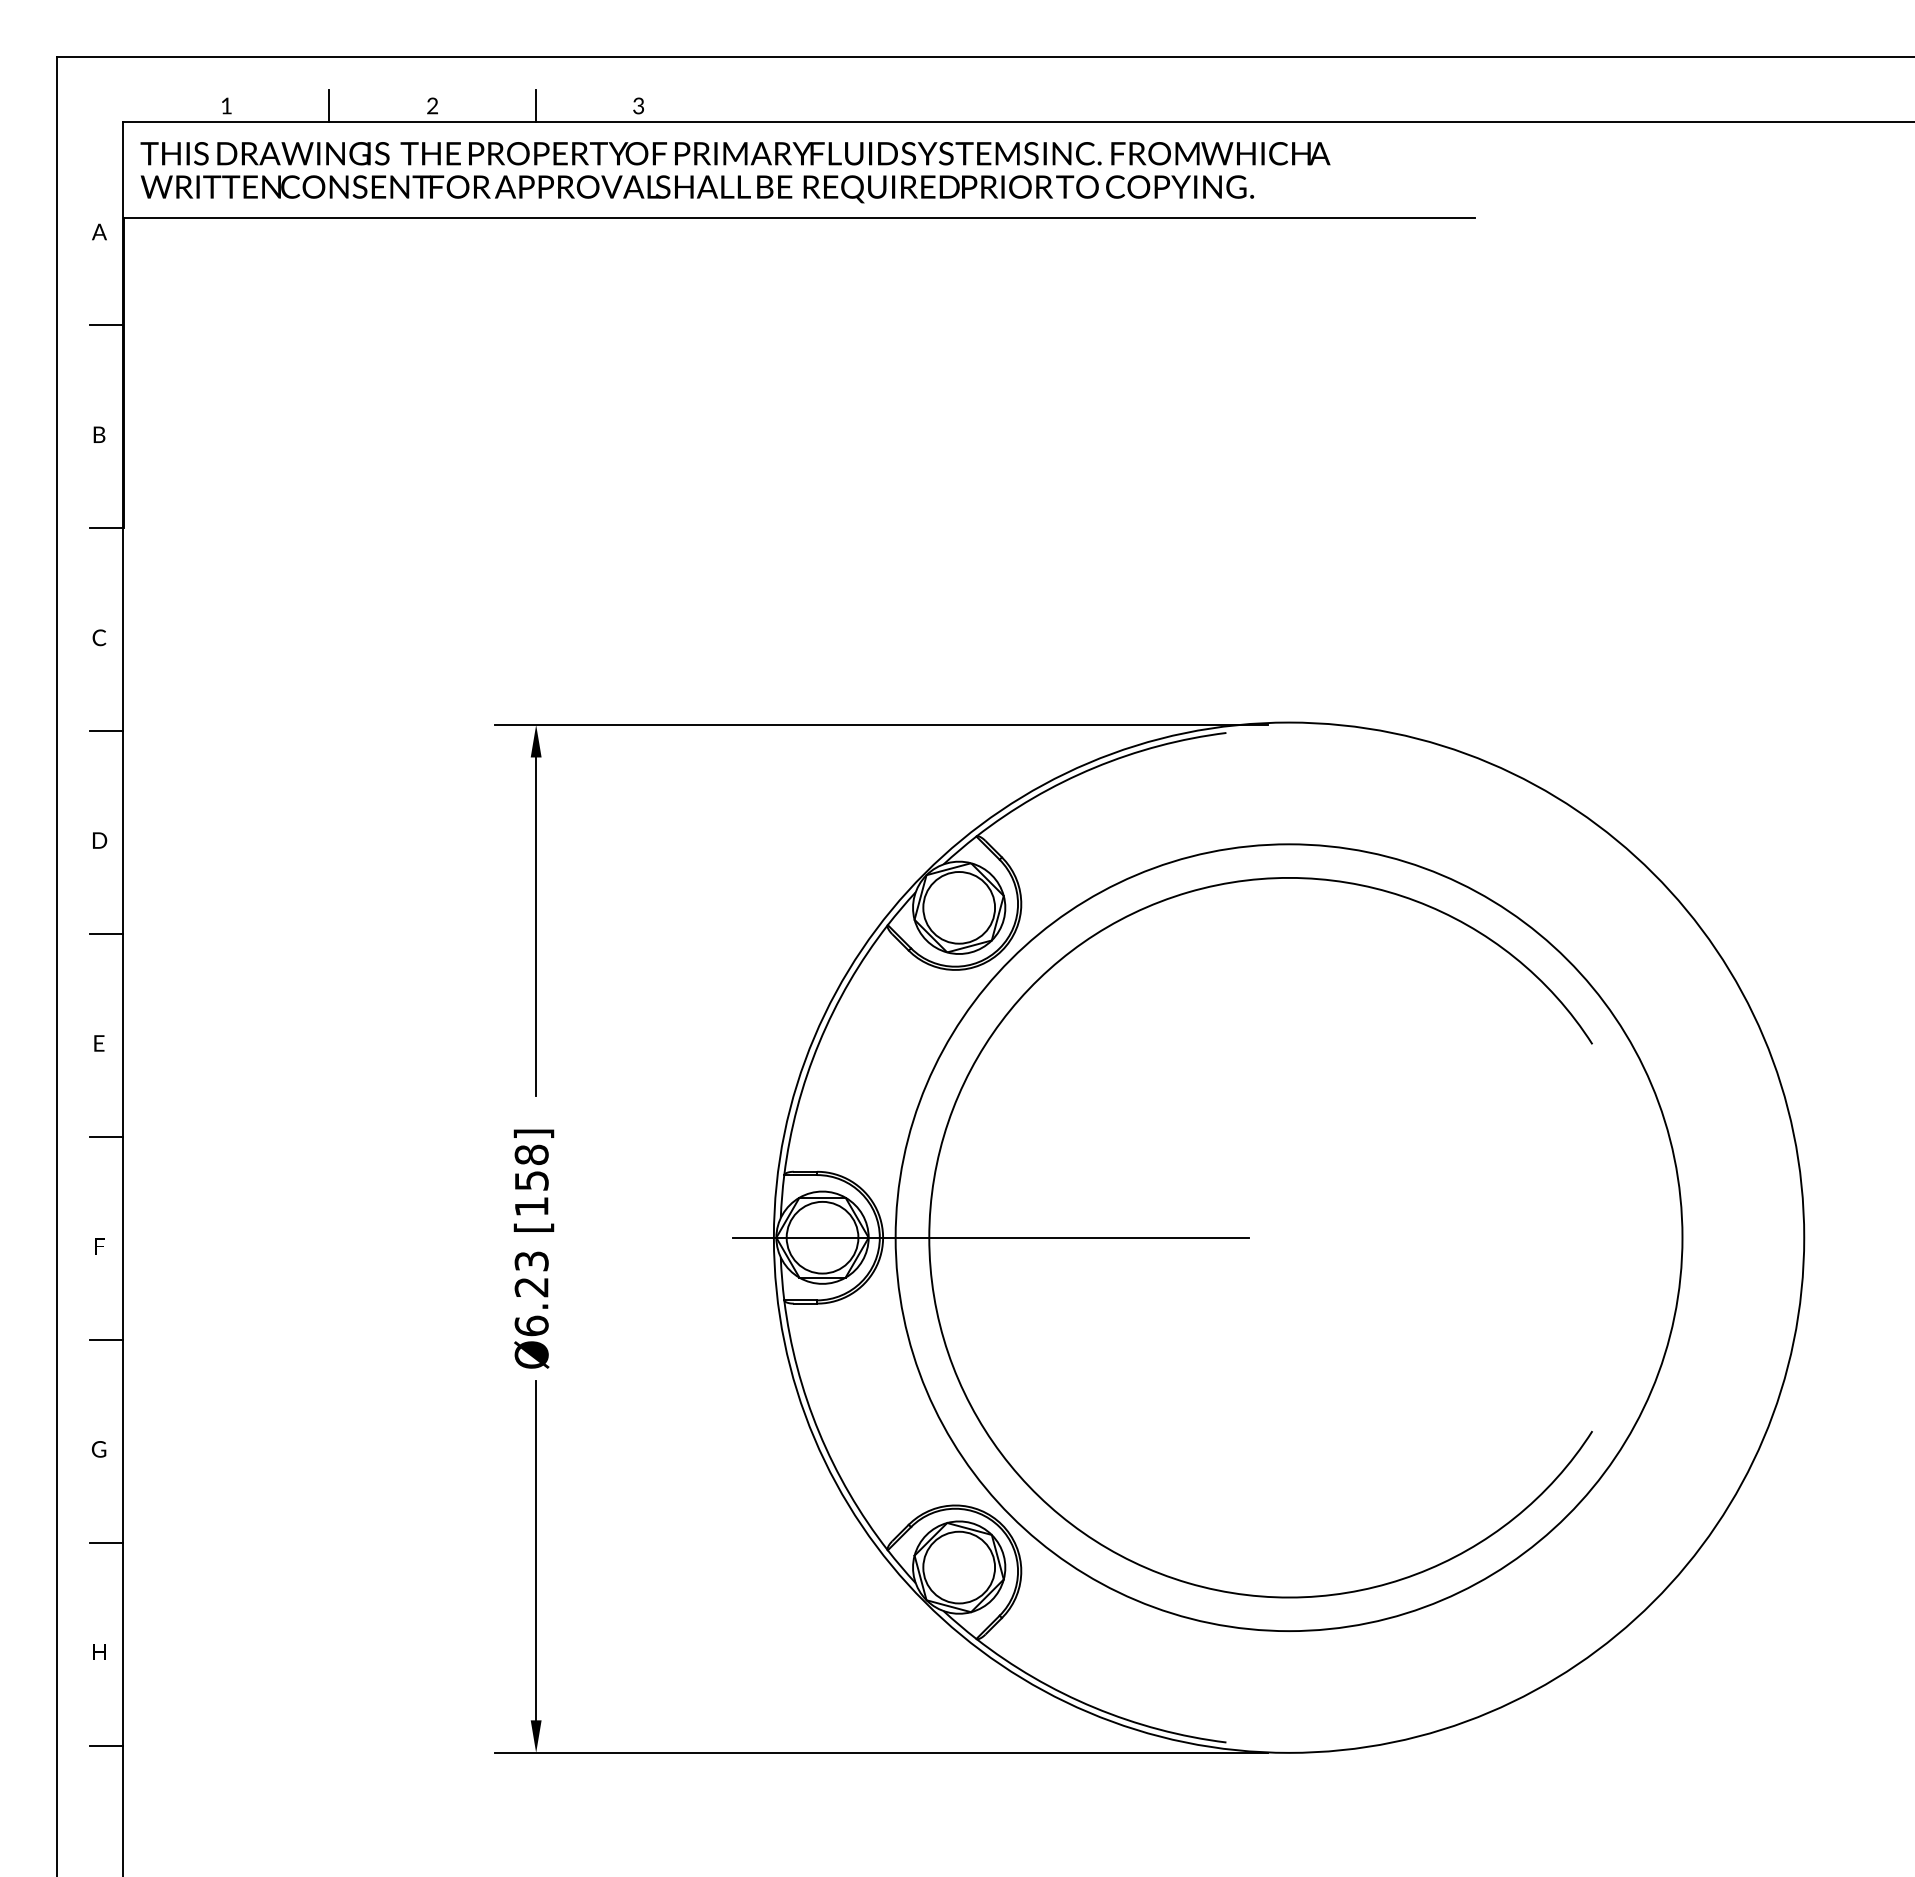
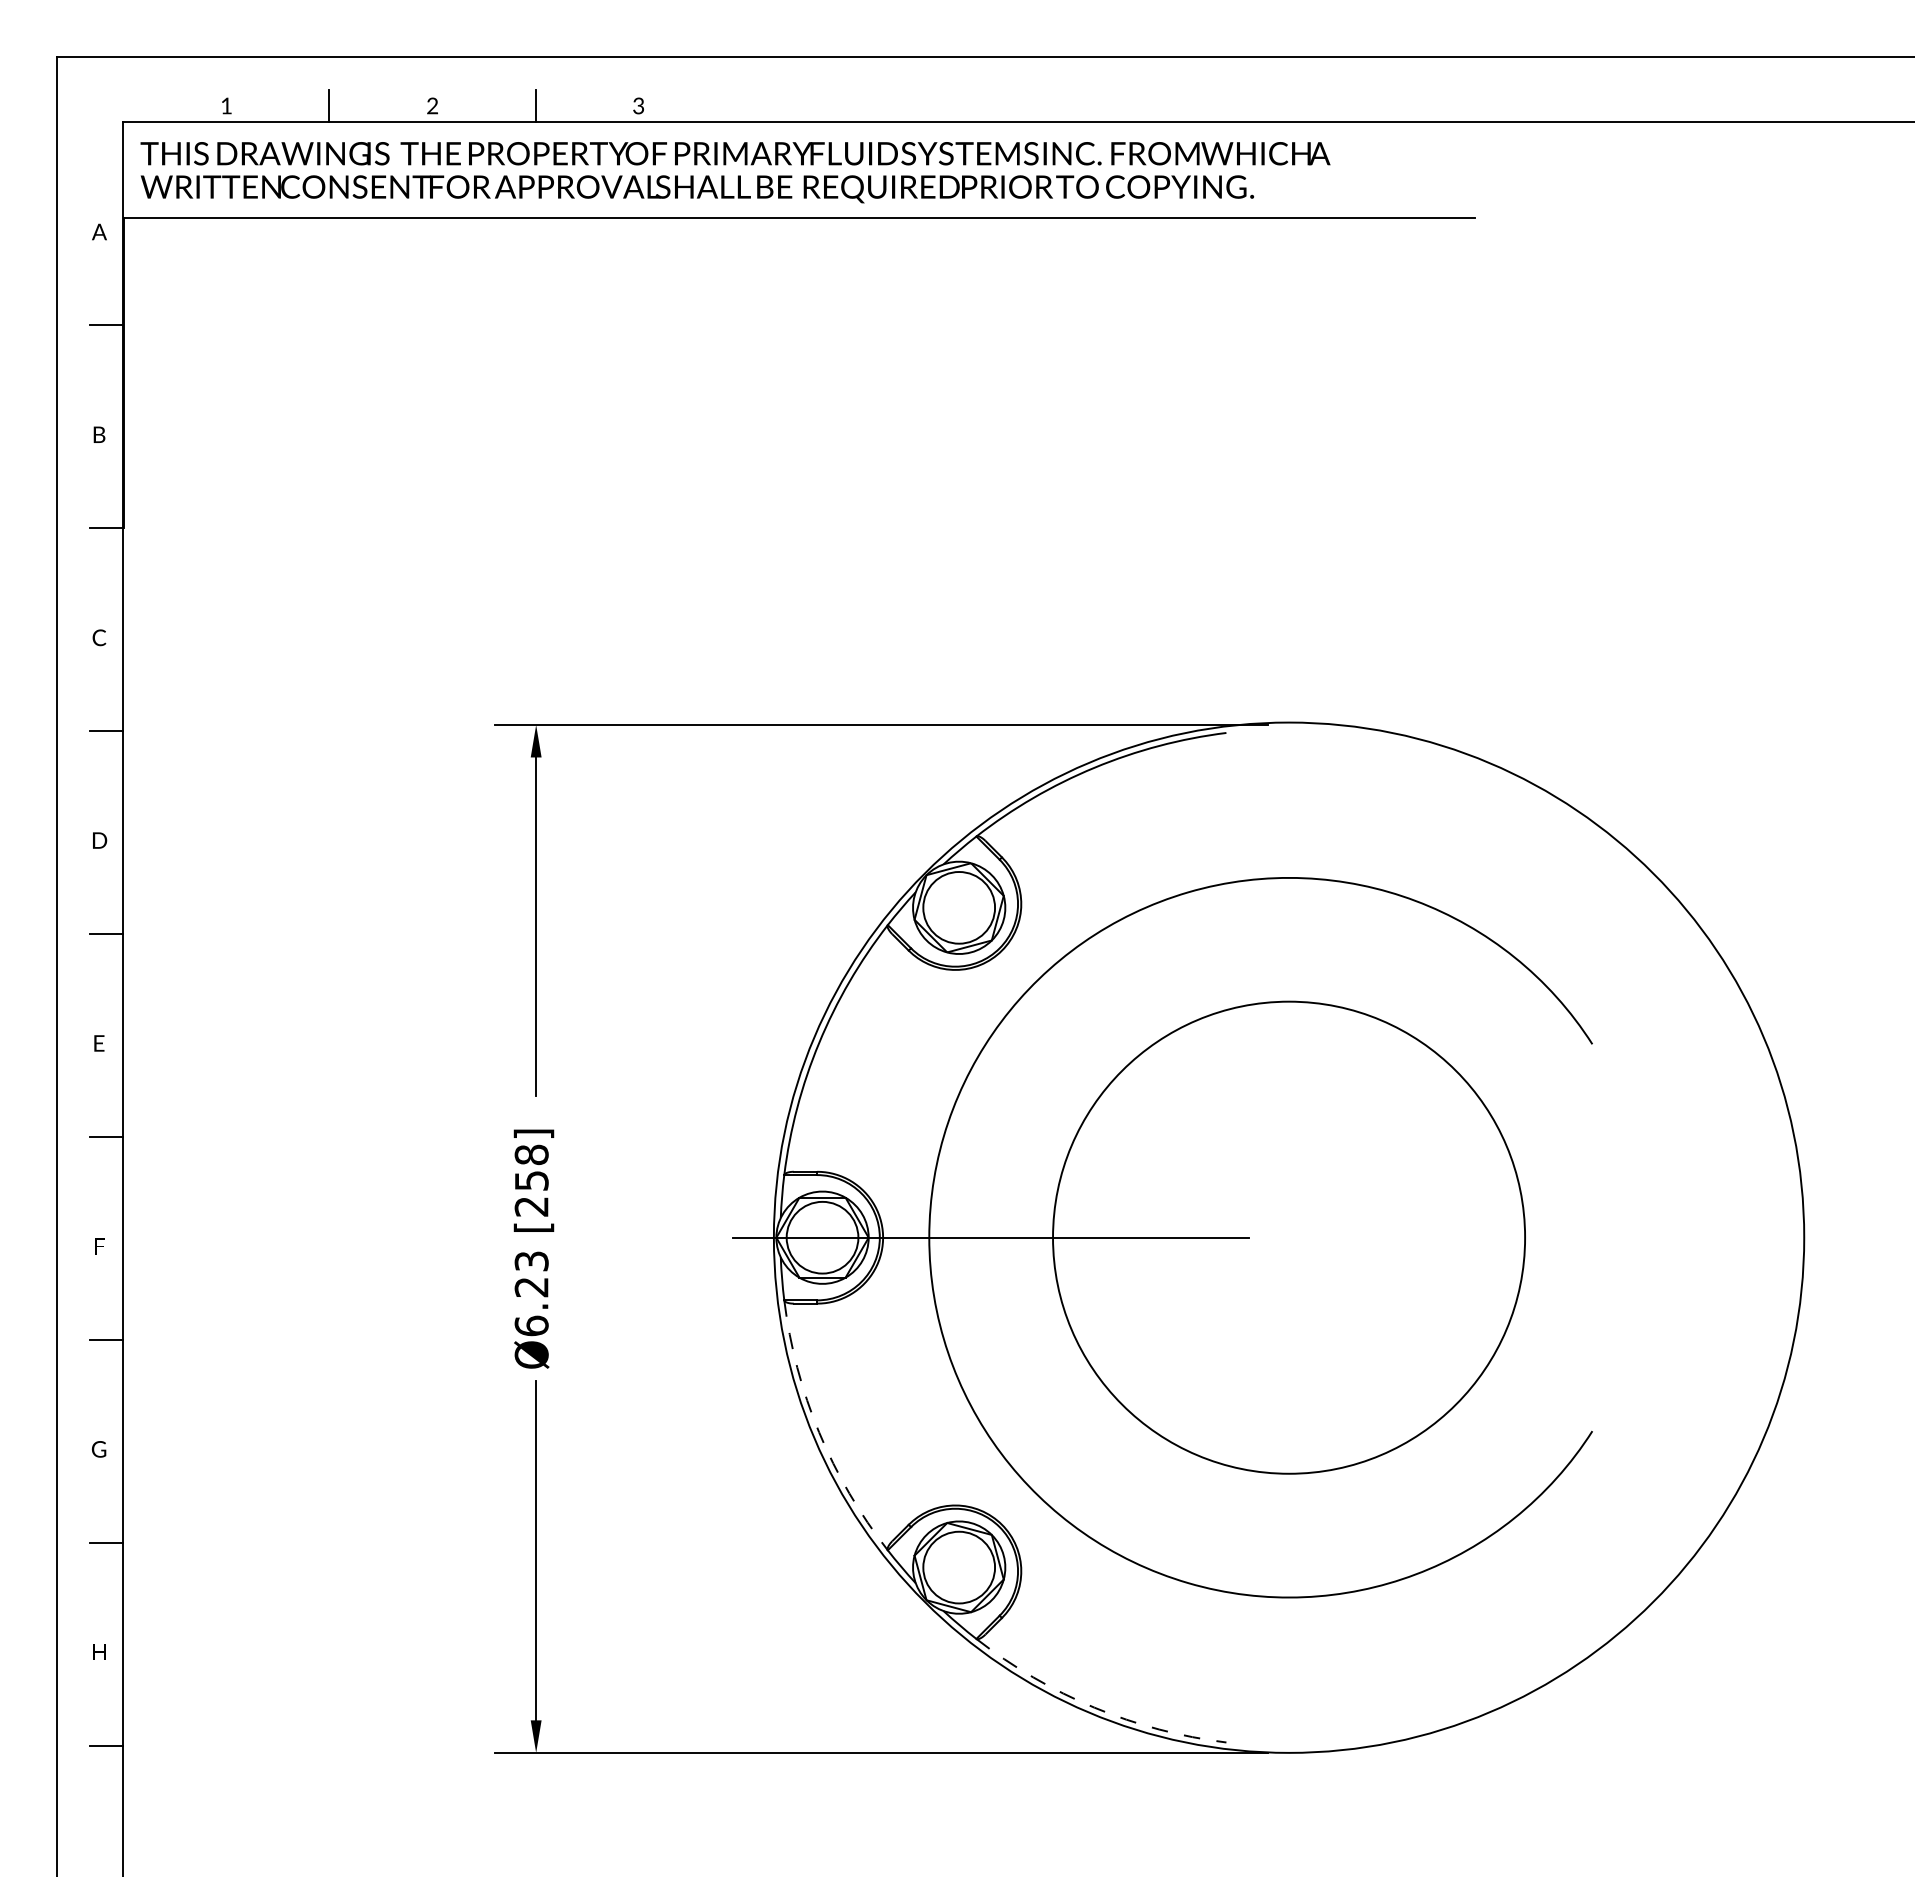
text at (531, 1206): [158] -> [258]
circle at (1288, 1237) diameter: 787 px -> 472 px
arc at (819, 1432): solid -> dashed
arc at (1094, 1707): solid -> dashed
